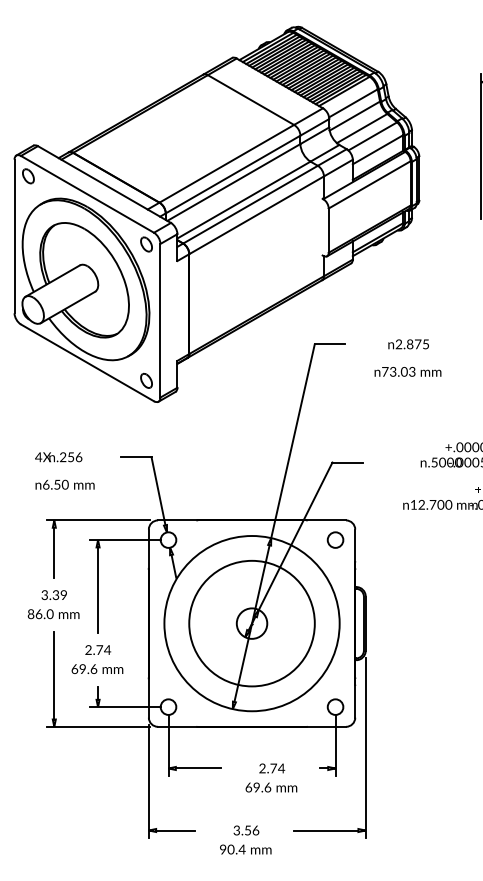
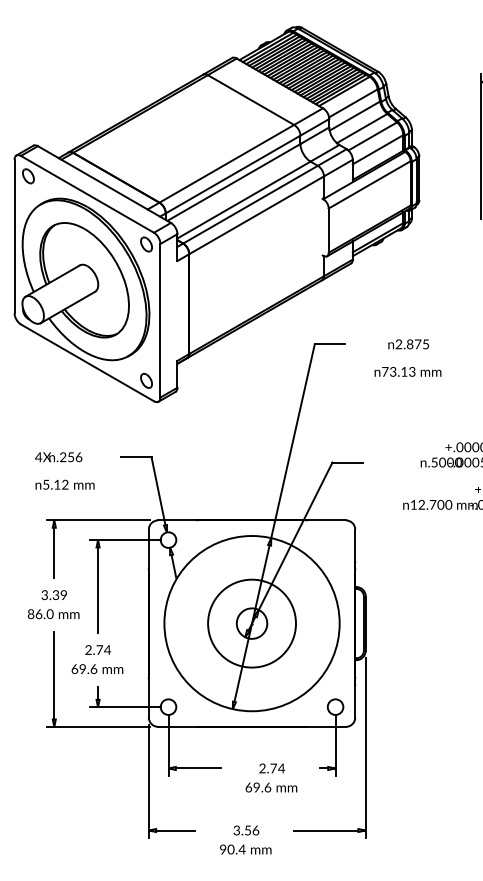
text at (403, 371): 73.03 -> 73.13
text at (55, 484): 6.50 -> 5.12
circle at (335, 539): present -> none
circle at (251, 623) diameter: 126 px -> 88 px
